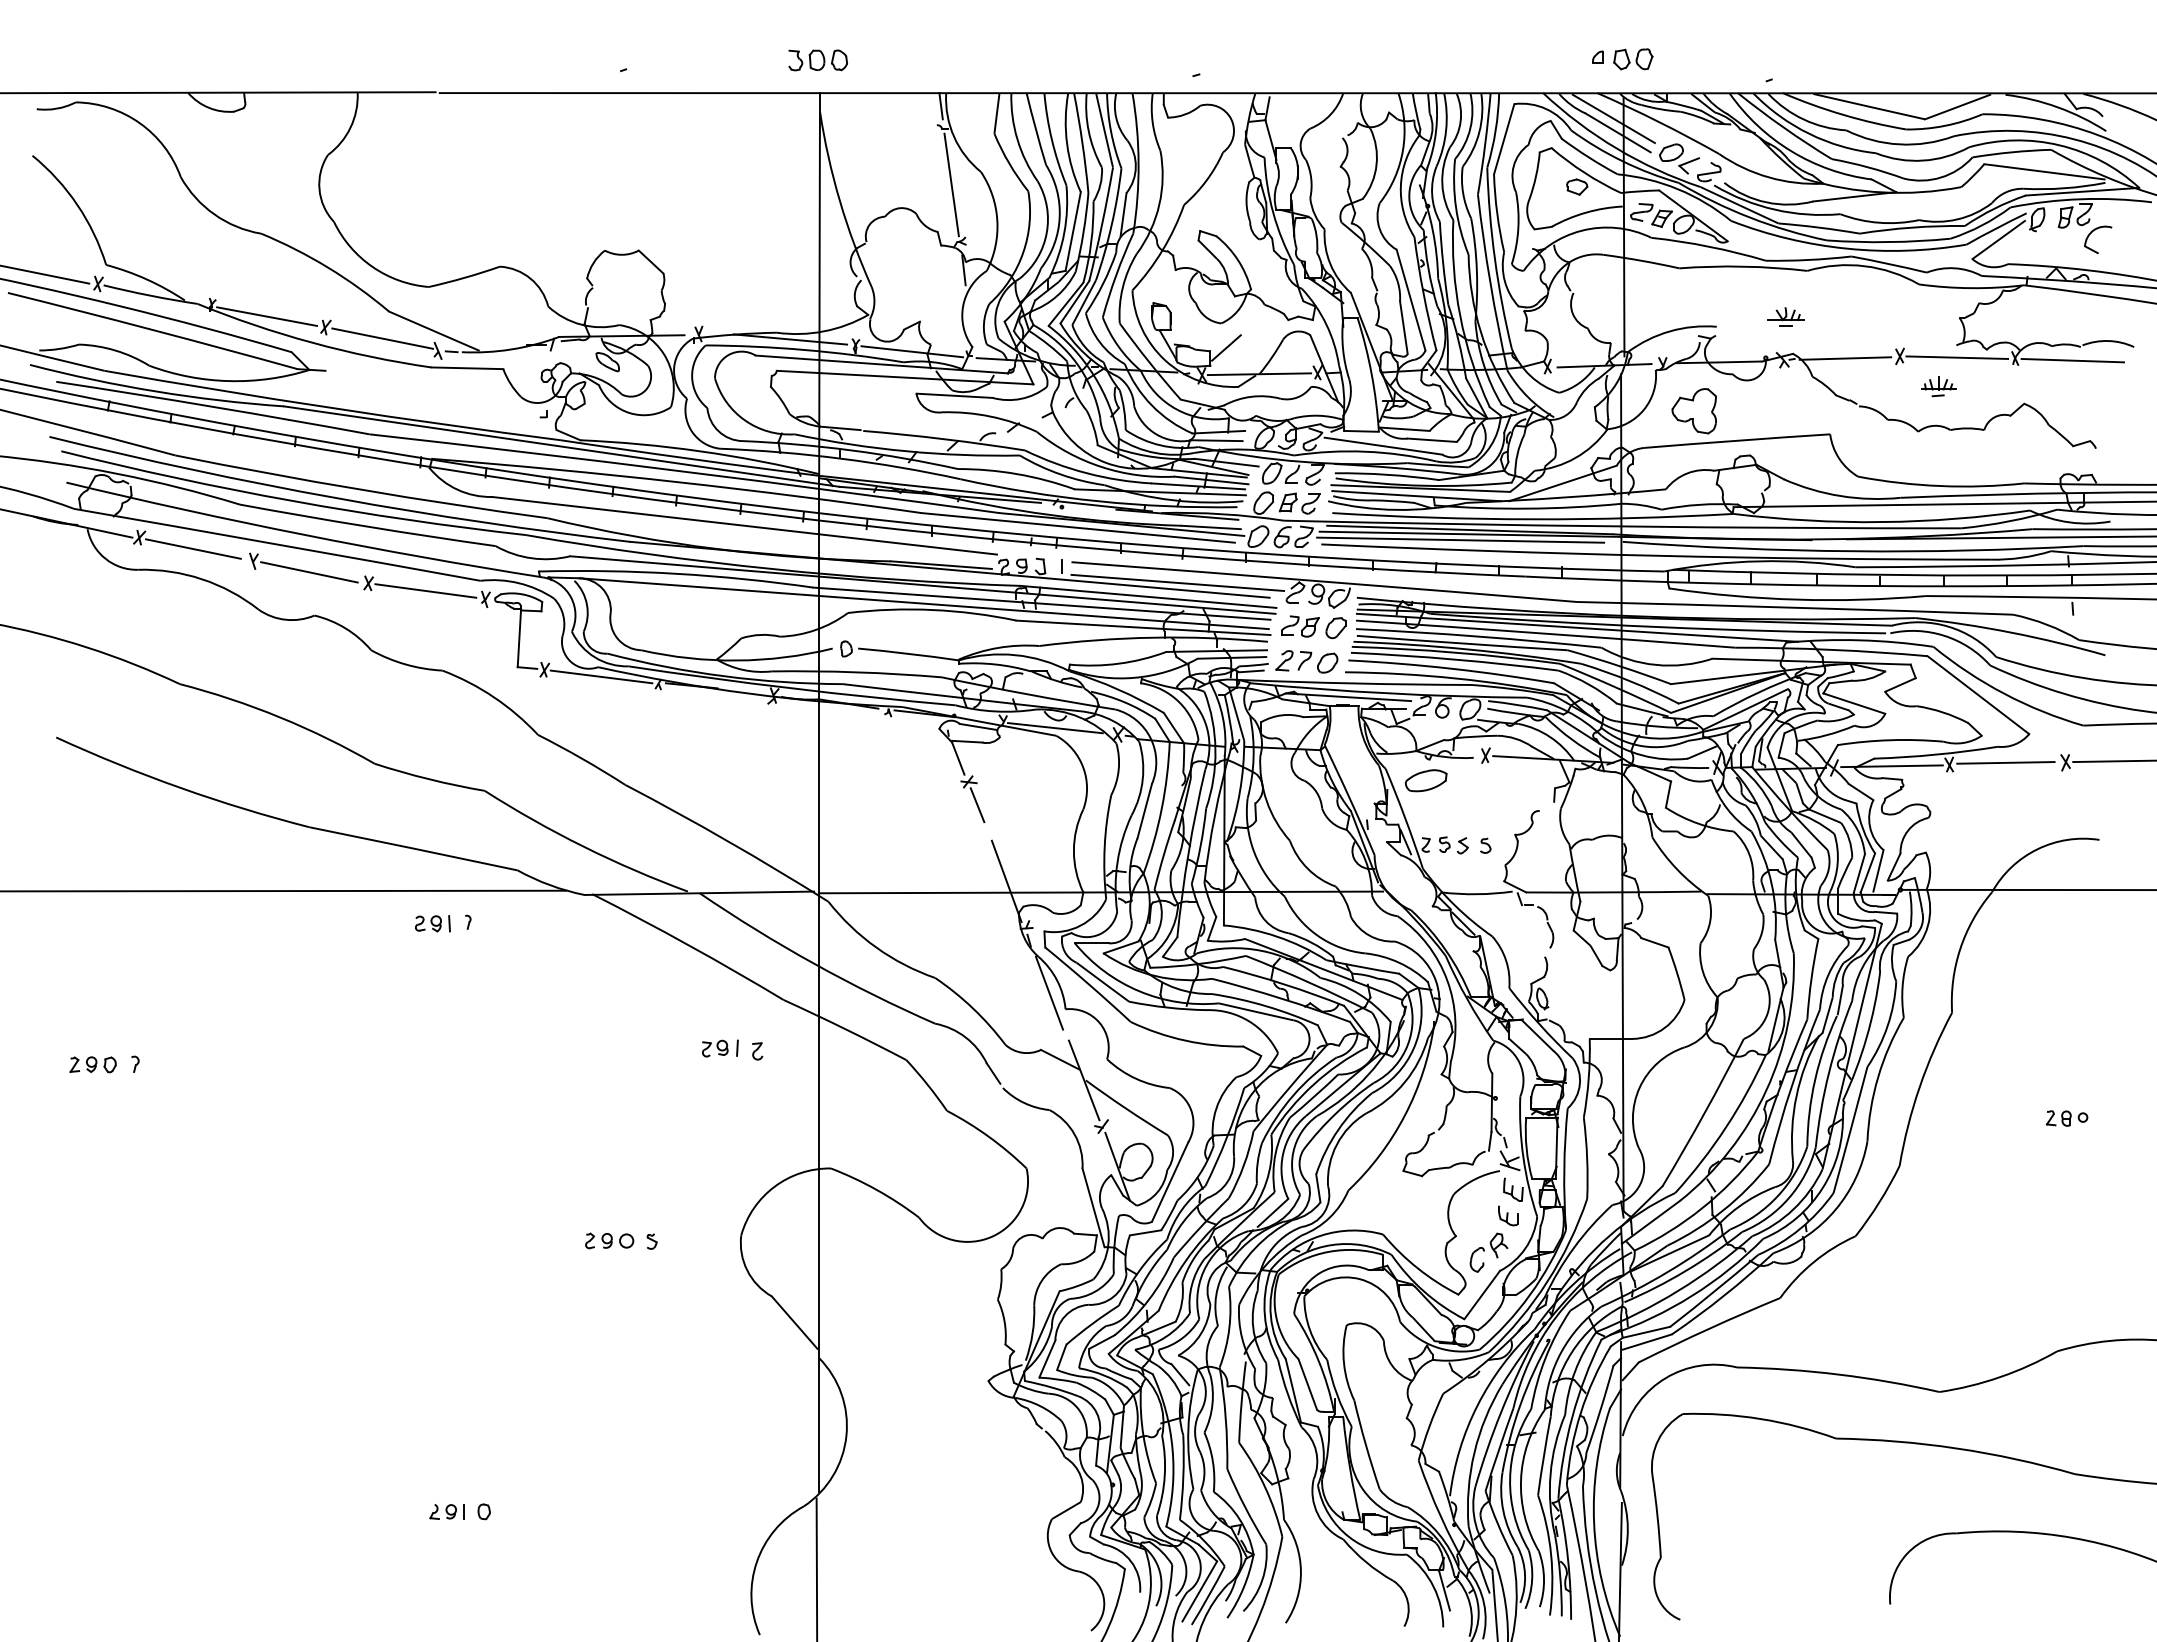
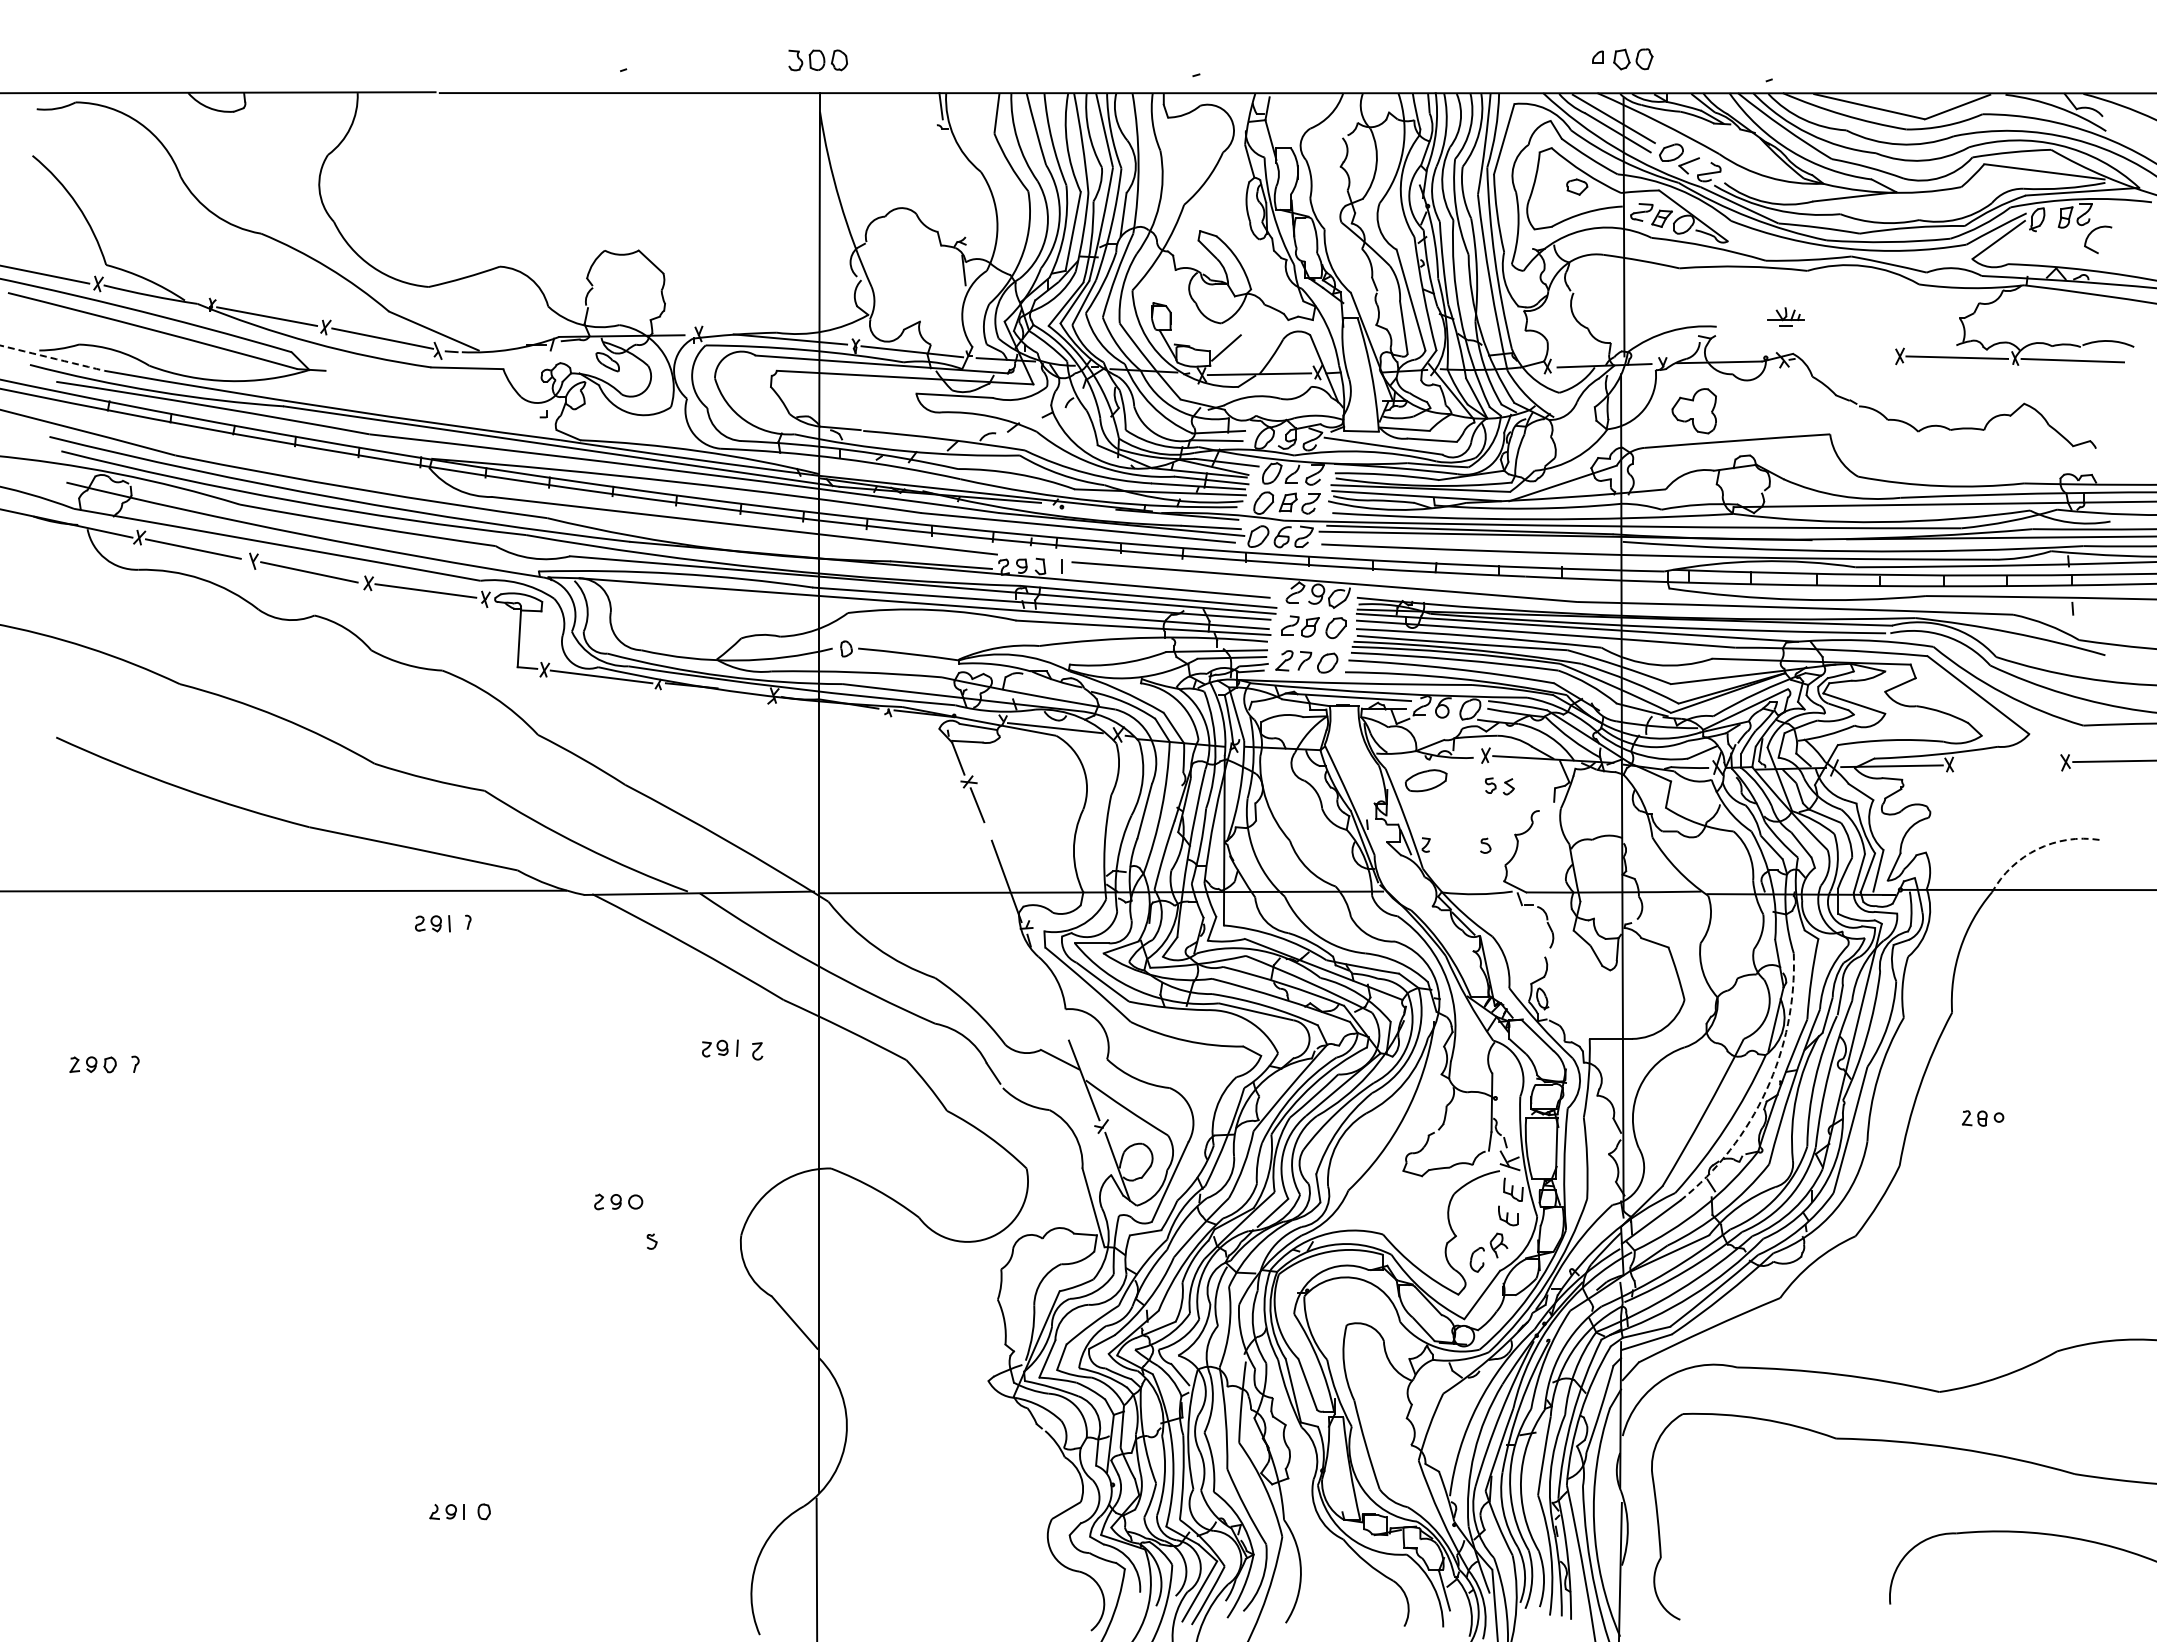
line at (951, 184): present -> none
arc at (52, 358): solid -> dashed
line at (1845, 358): present -> none
part at (1938, 386): present -> none
line at (1460, 539): present -> none
line at (1177, 582): present -> none
line at (2005, 762): present -> none
part at (1453, 845) position: (1453, 845) -> (1499, 786)
arc at (2037, 849): solid -> dashed
line at (1049, 992): present -> none
arc at (1766, 1090): solid -> dashed
part at (2066, 1118) position: (2066, 1118) -> (1982, 1118)
part at (609, 1240) position: (609, 1240) -> (618, 1201)
